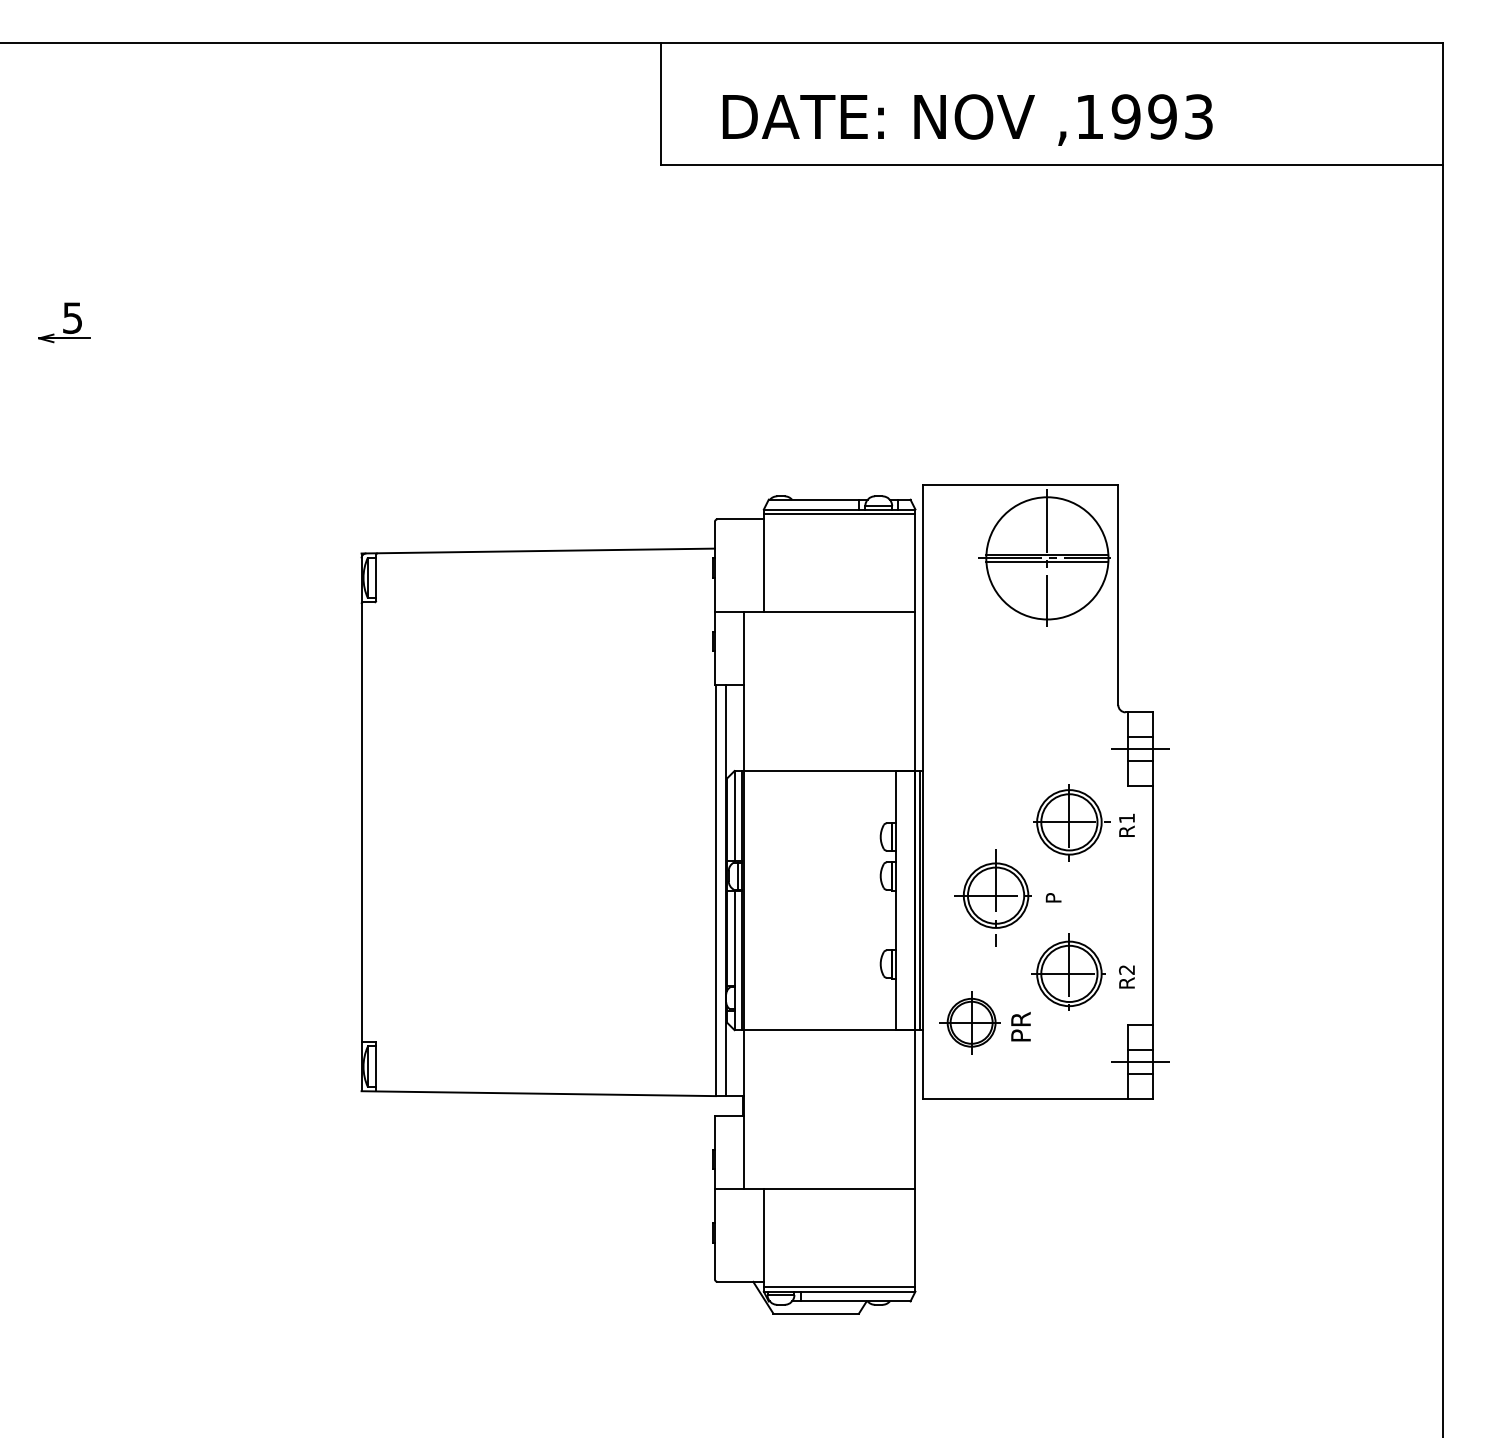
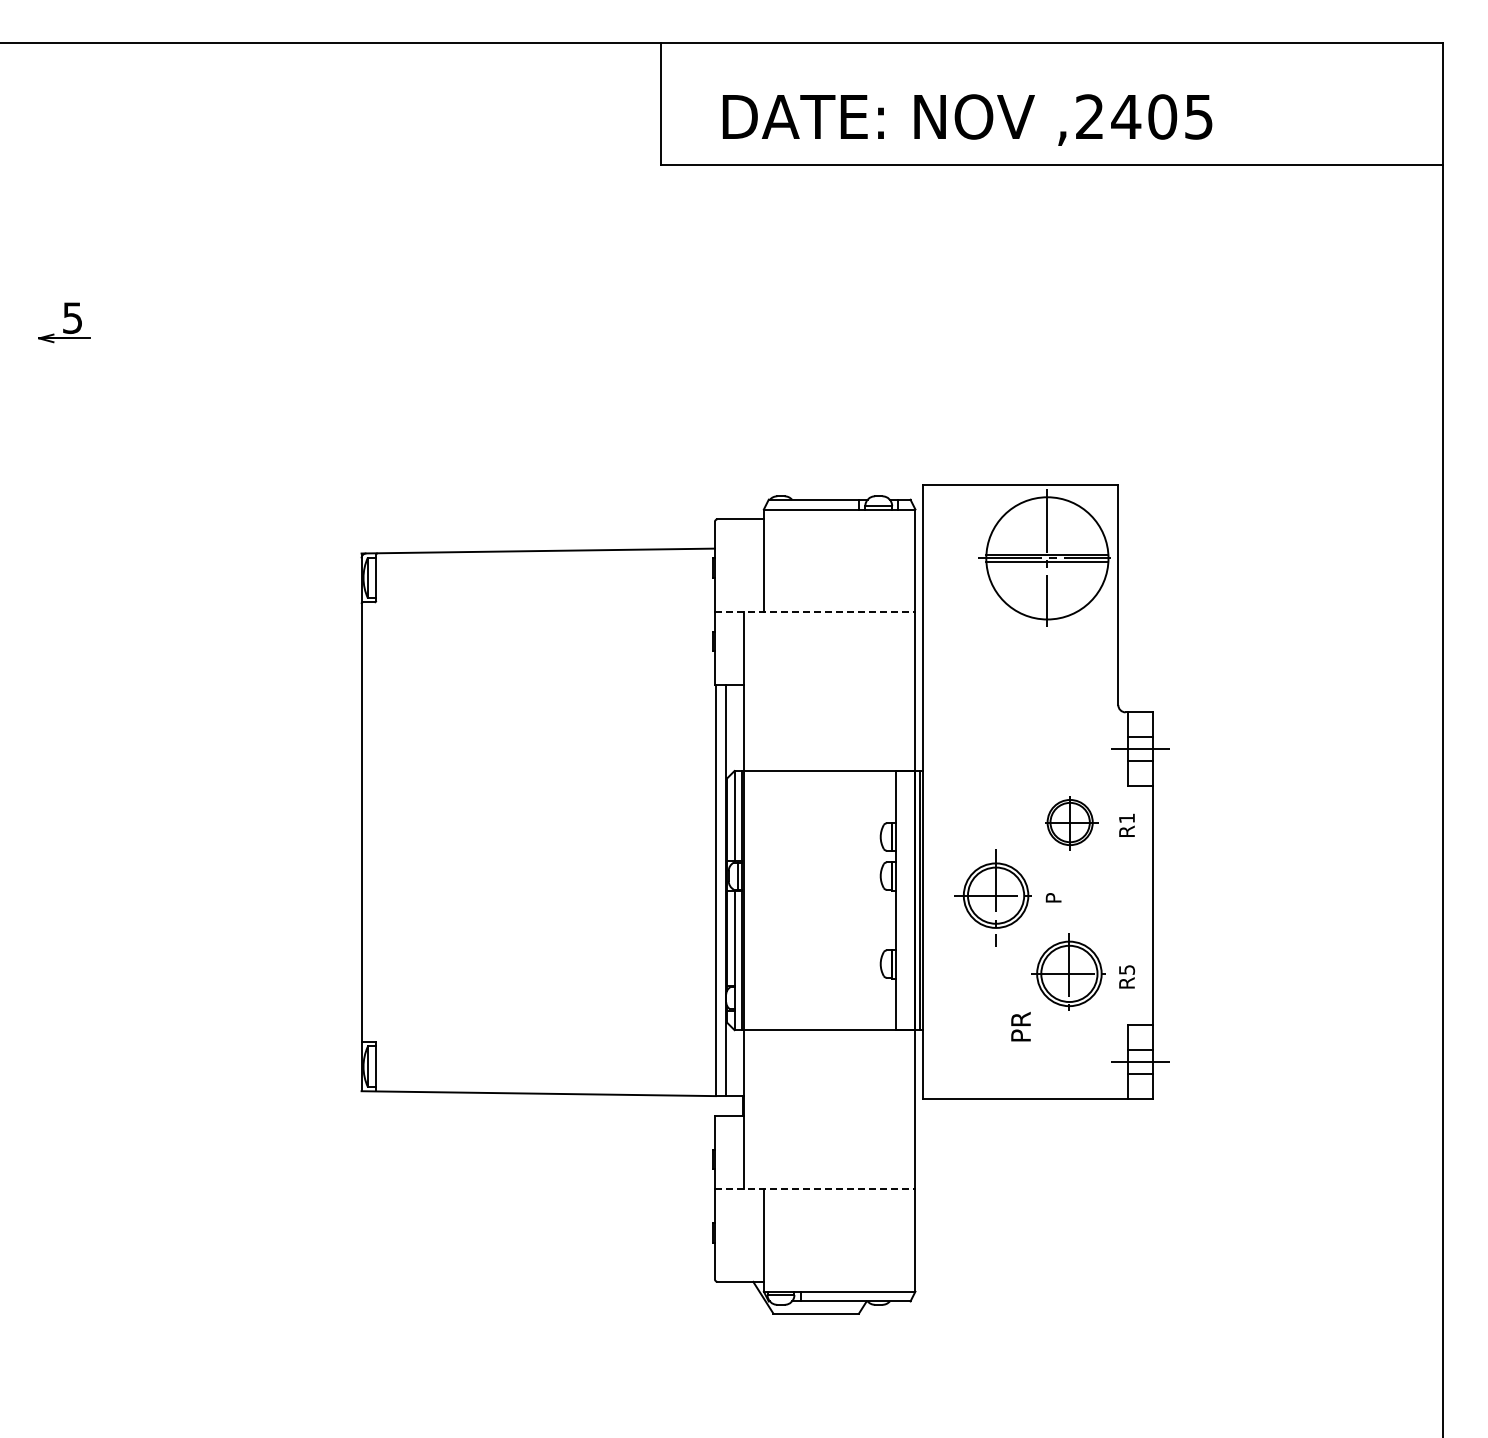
text at (1144, 116): ,1993 -> ,2405
line at (839, 514): present -> none
line at (815, 612): solid -> dashed
part at (1071, 822) size: 78x78 px -> 54x55 px
text at (1127, 969): R2 -> R5
part at (969, 1022): present -> none
line at (815, 1188): solid -> dashed
line at (839, 1286): present -> none
